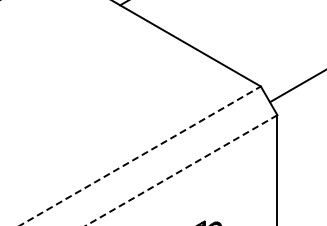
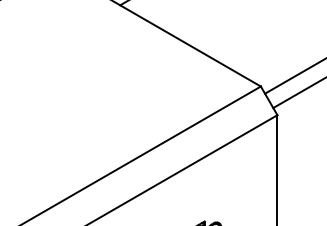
line at (294, 76): none -> present
line at (296, 86) position: (296, 86) -> (298, 93)
line at (140, 155): dashed -> solid
line at (181, 170): dashed -> solid
